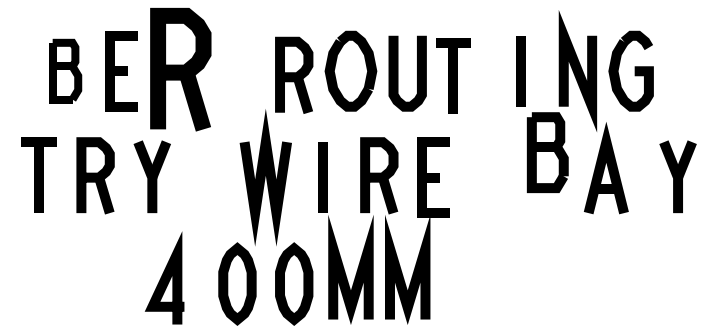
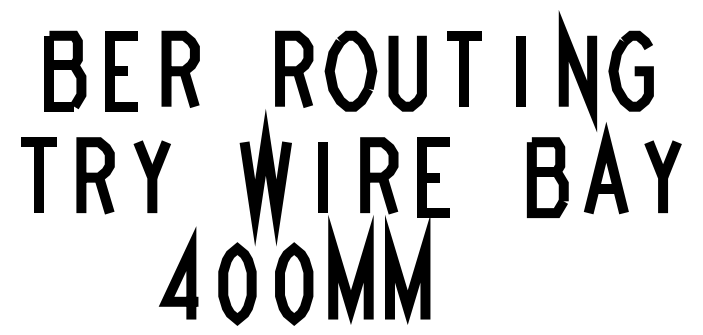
part at (180, 69) size: 62x124 px -> 39x78 px
part at (65, 70) size: 34x66 px -> 43x82 px
part at (294, 74) position: (294, 74) -> (294, 68)
part at (453, 75) position: (453, 75) -> (464, 68)
part at (547, 152) position: (547, 152) -> (547, 177)
part at (677, 176) position: (677, 176) -> (662, 176)
line at (164, 277) position: (164, 277) -> (178, 272)
